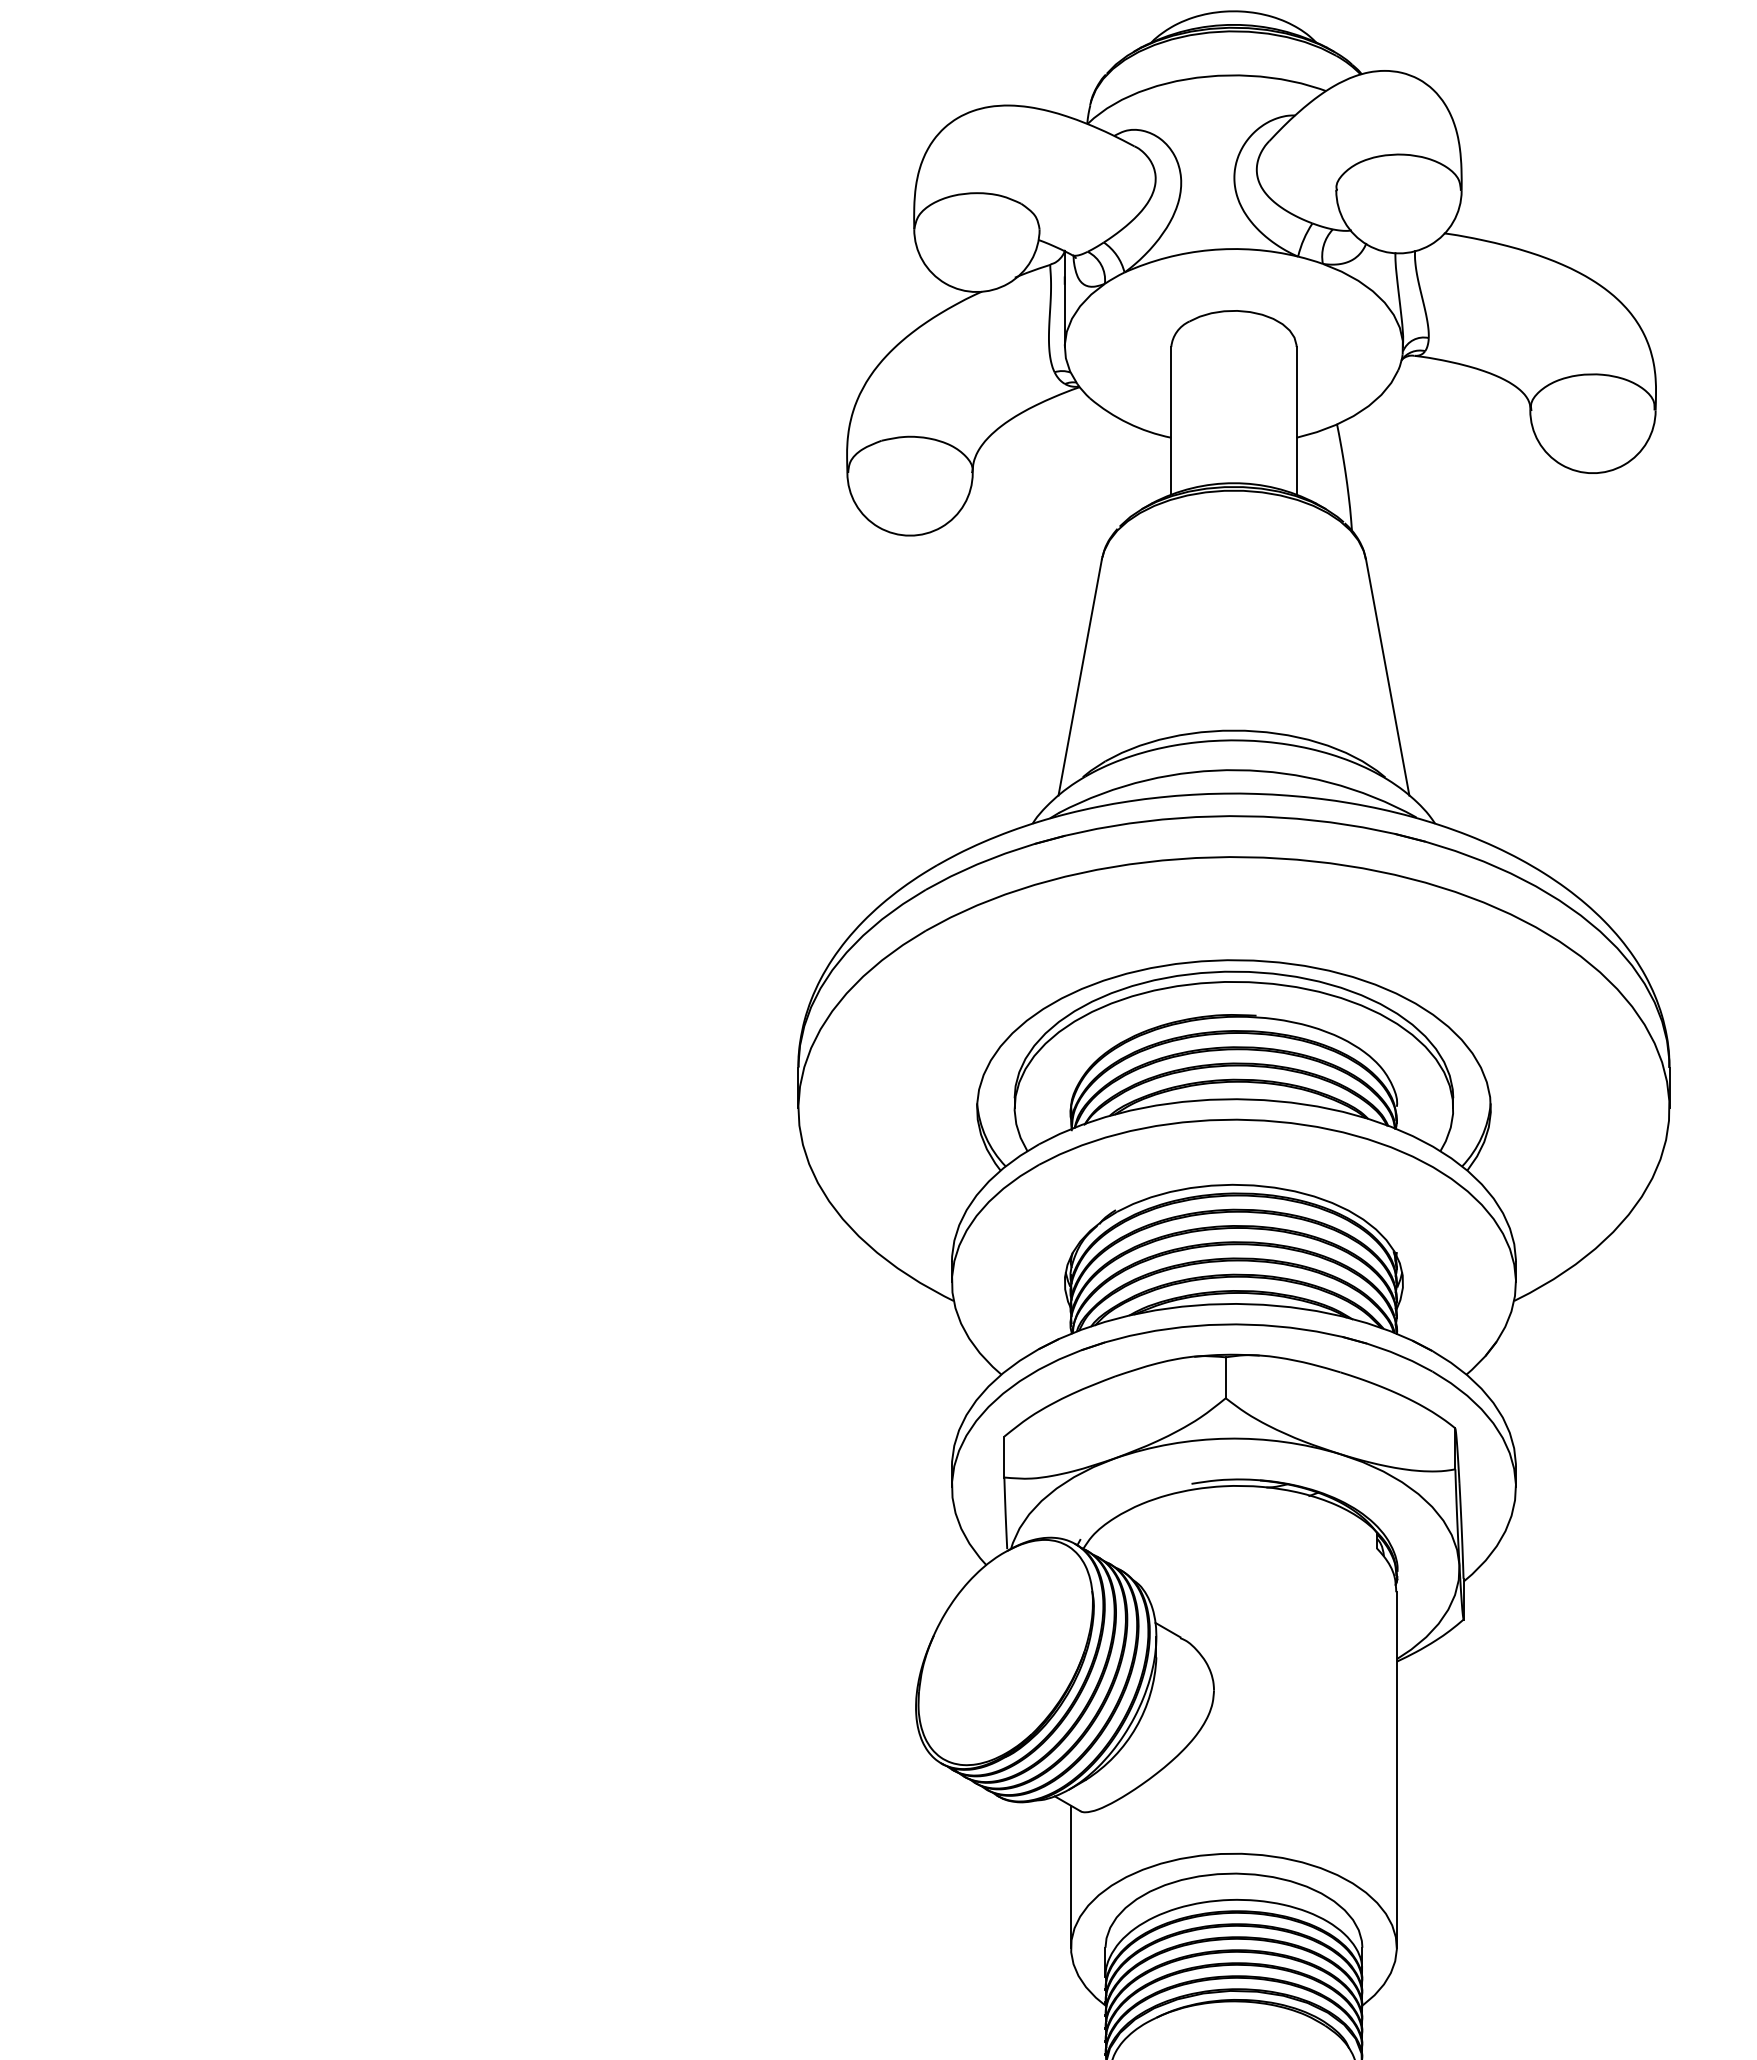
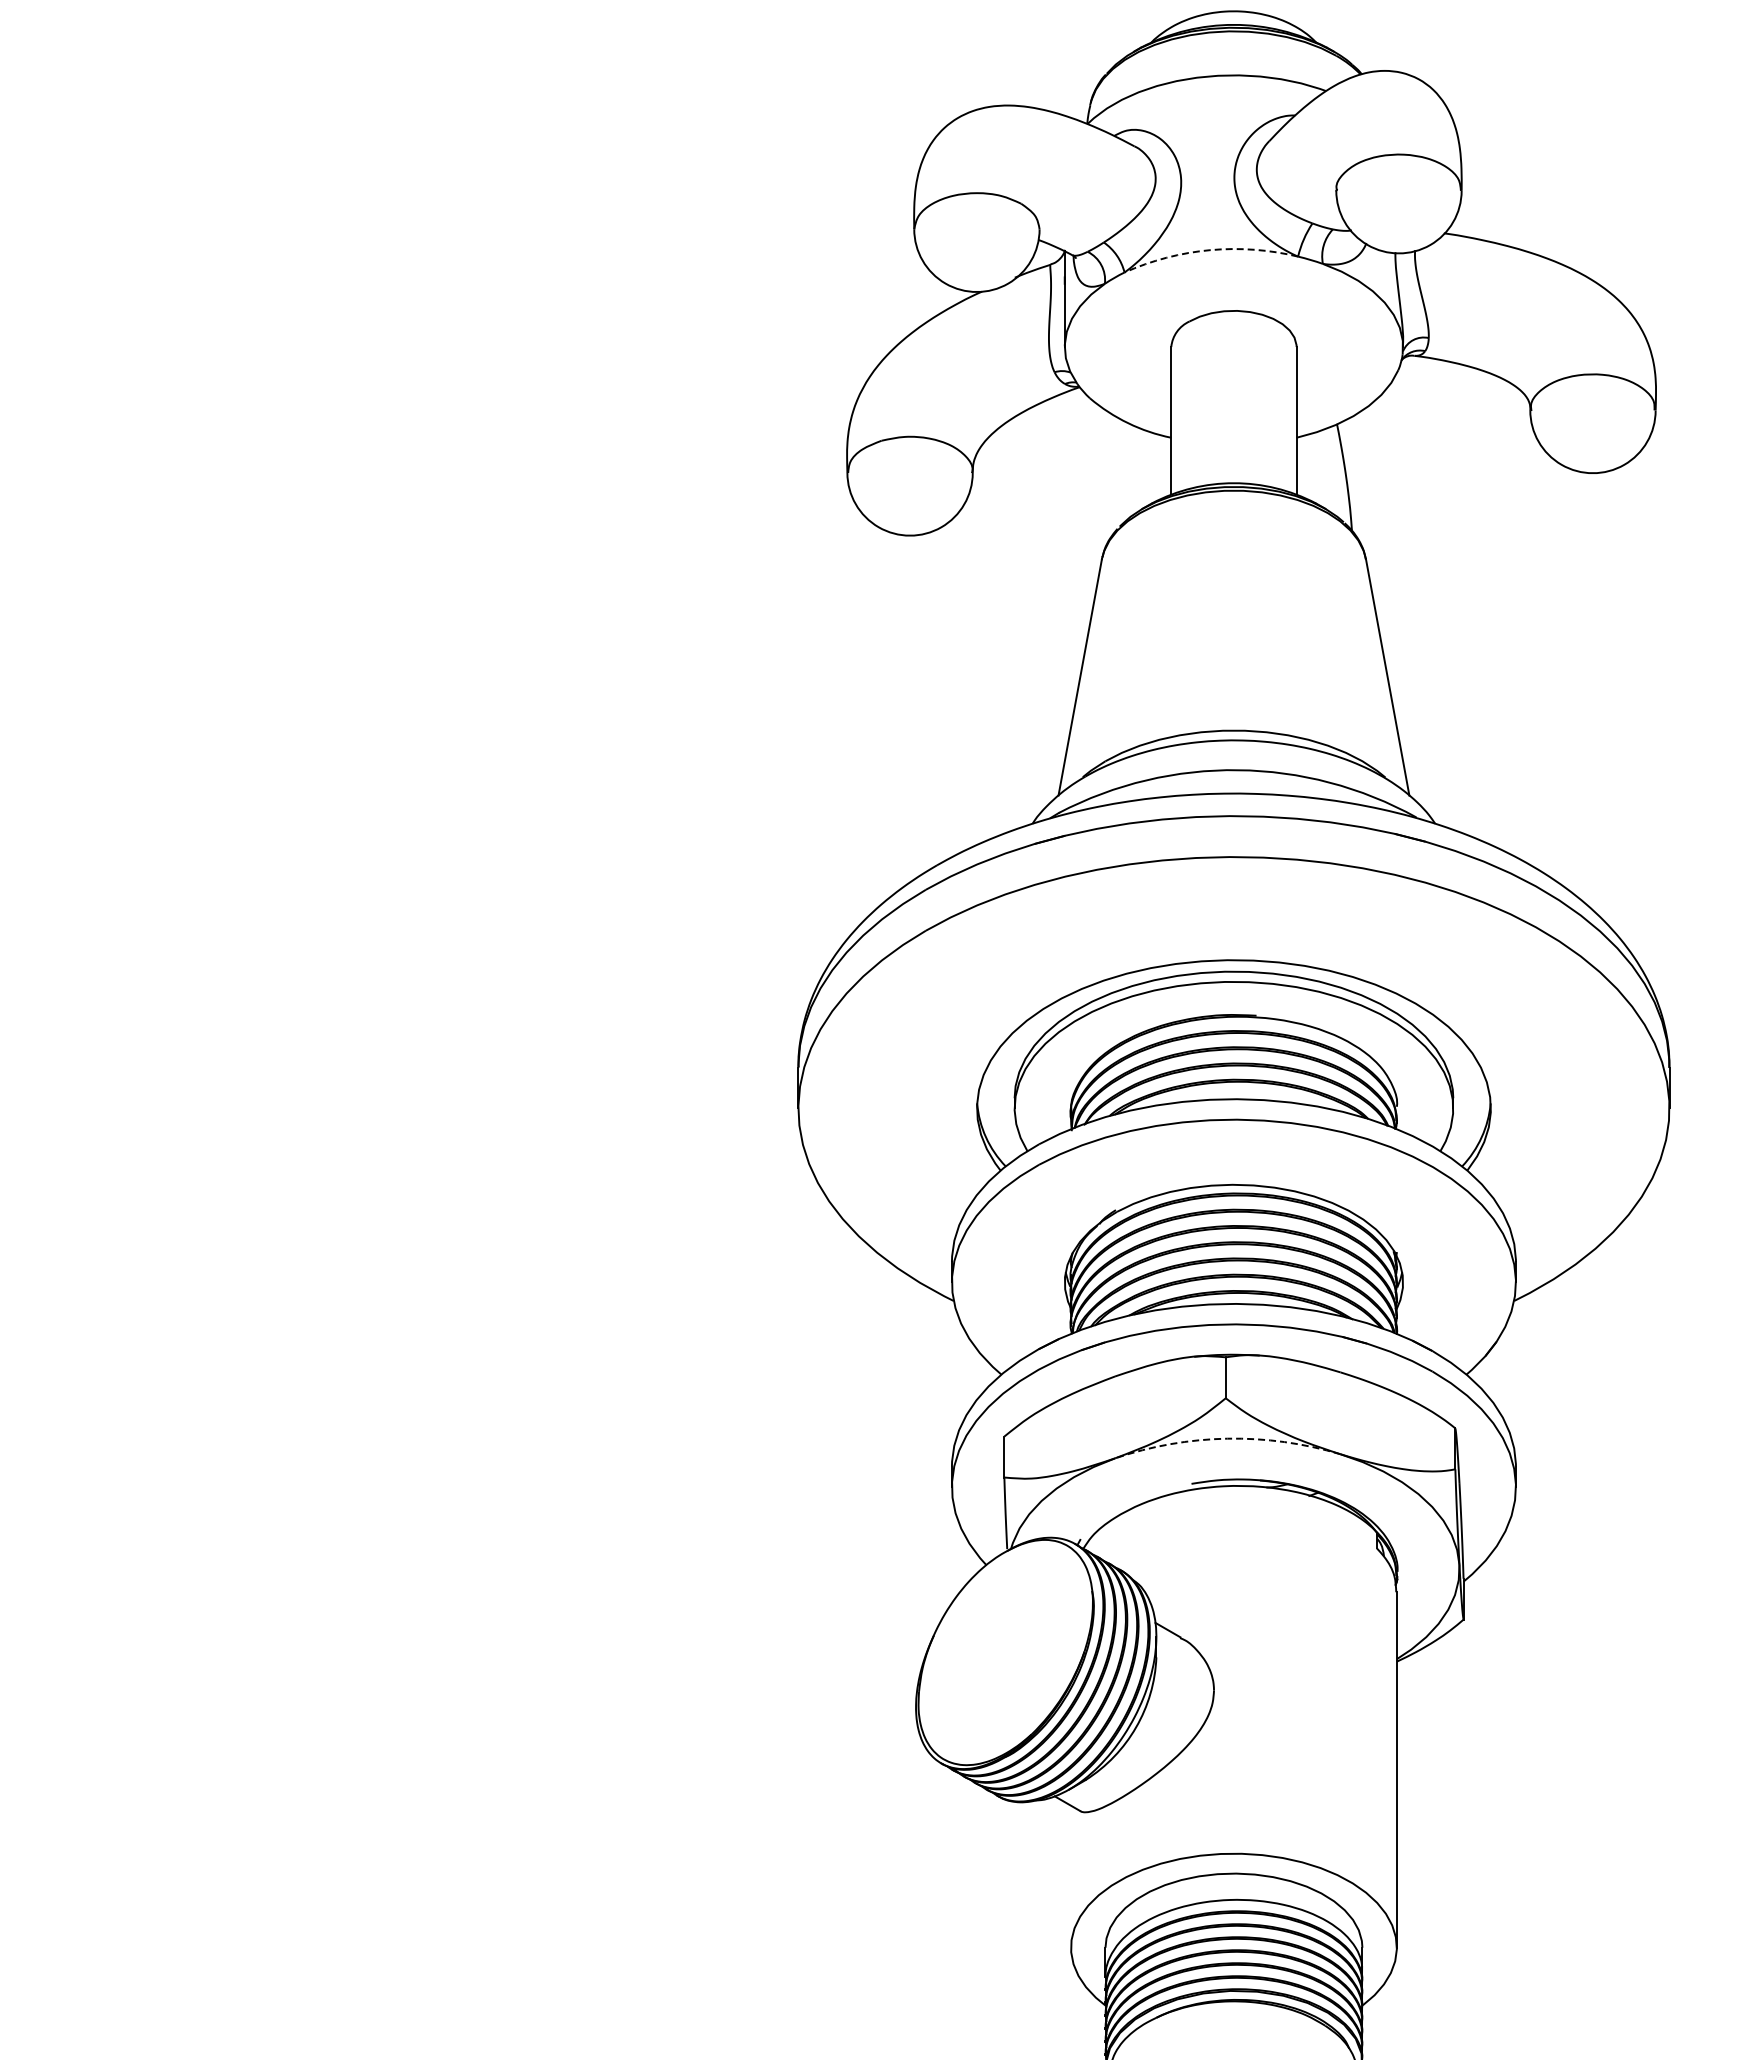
arc at (1210, 250): solid -> dashed
arc at (1227, 1438): solid -> dashed
line at (1071, 1876): present -> none
